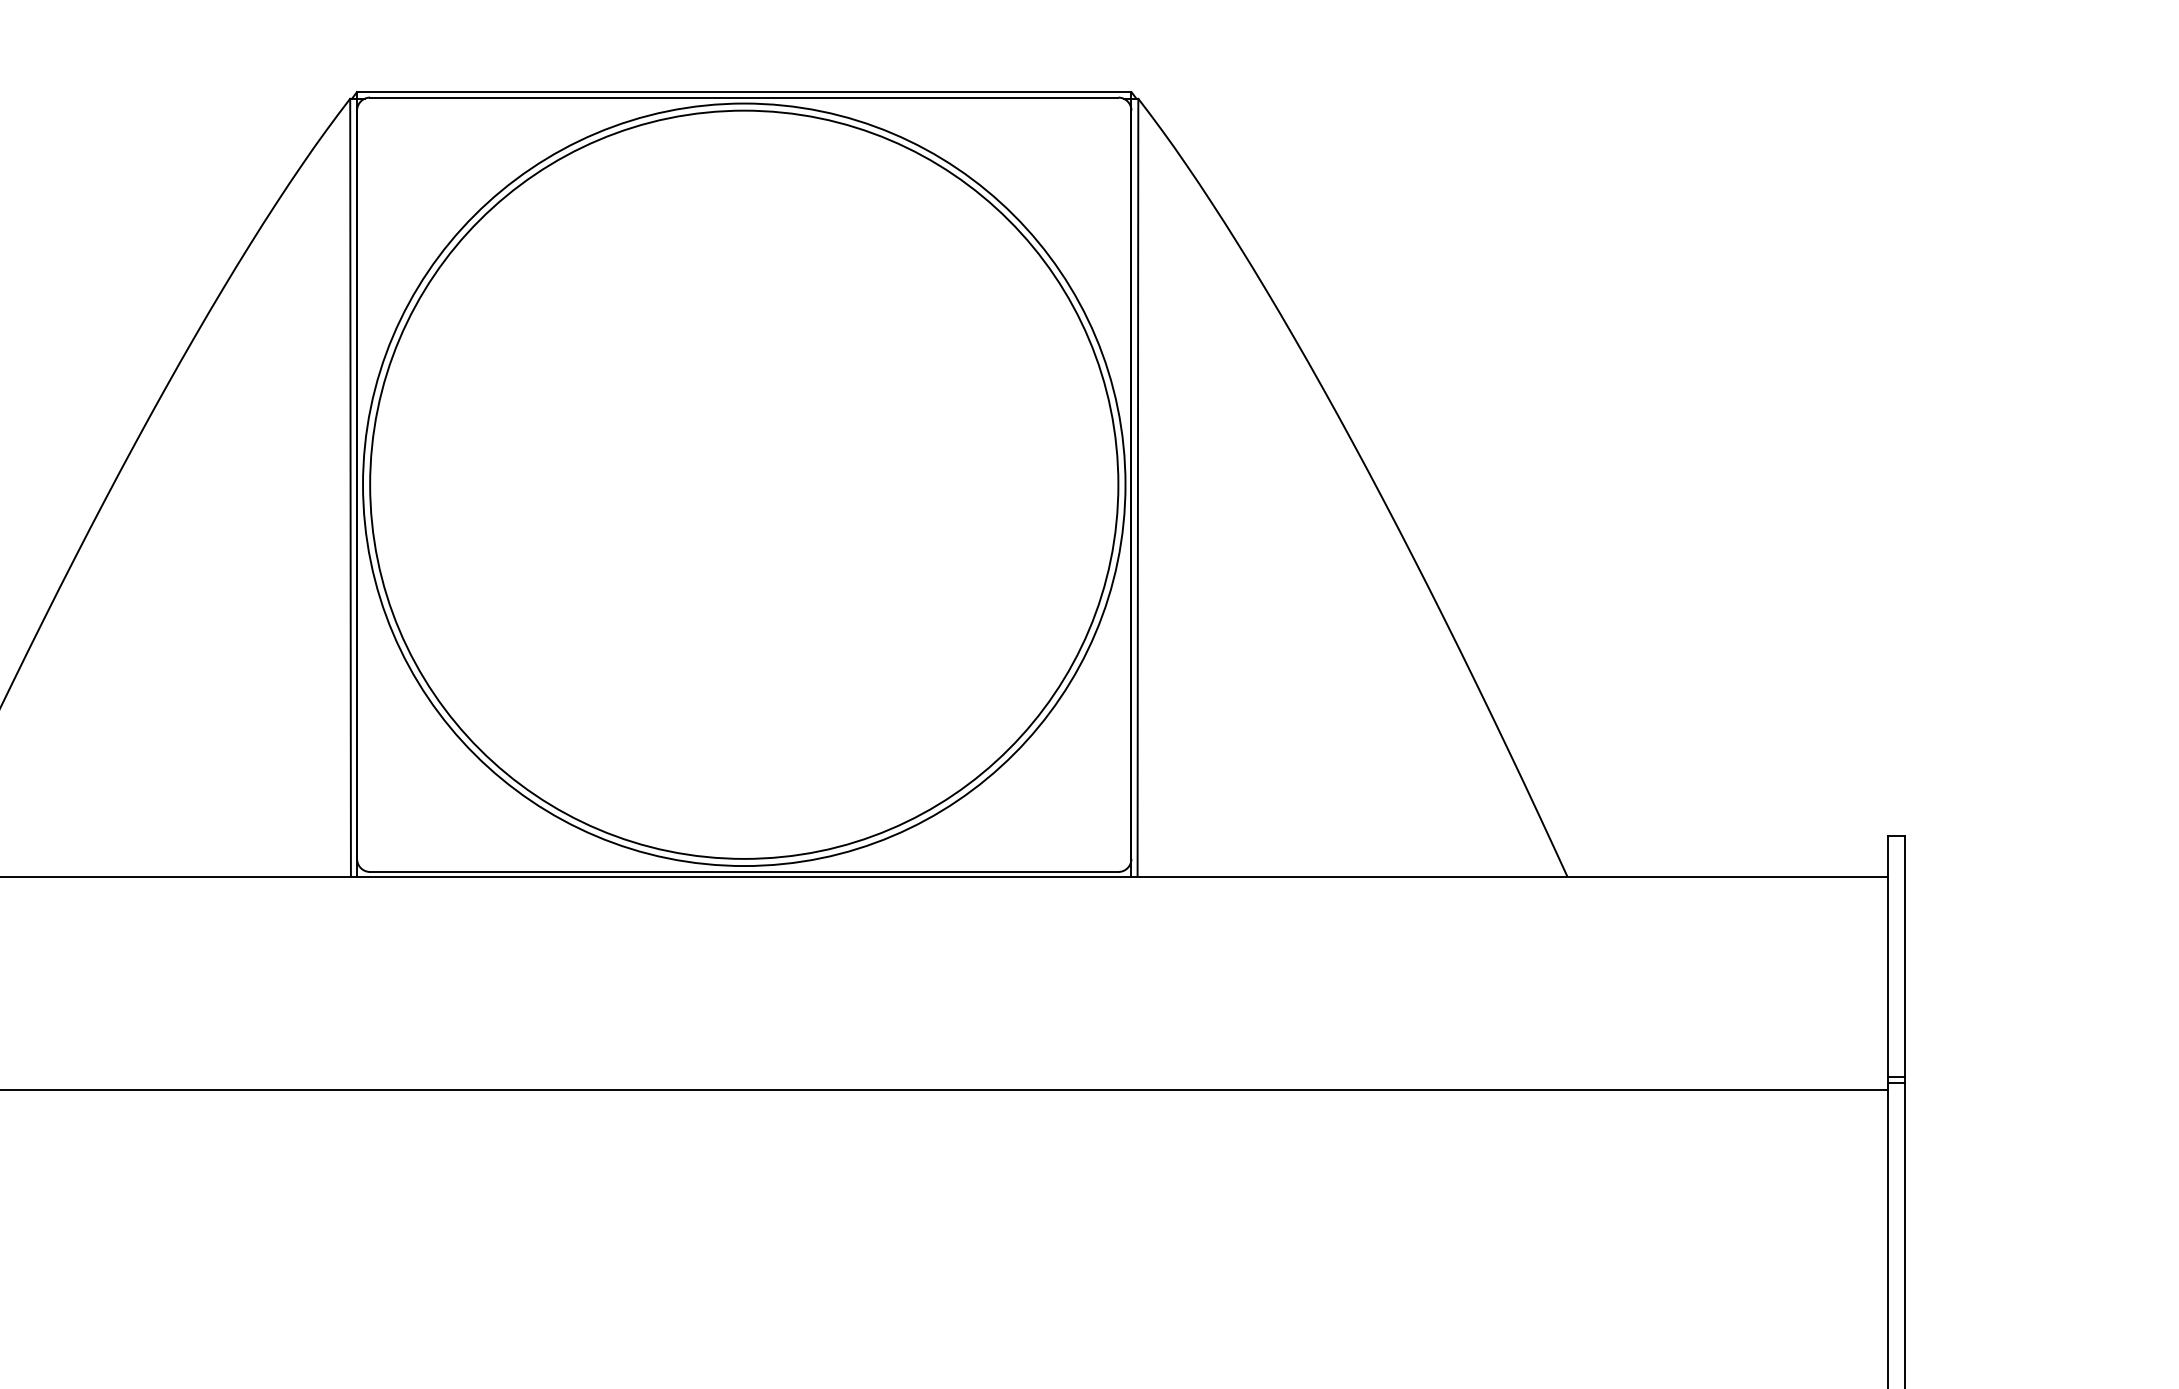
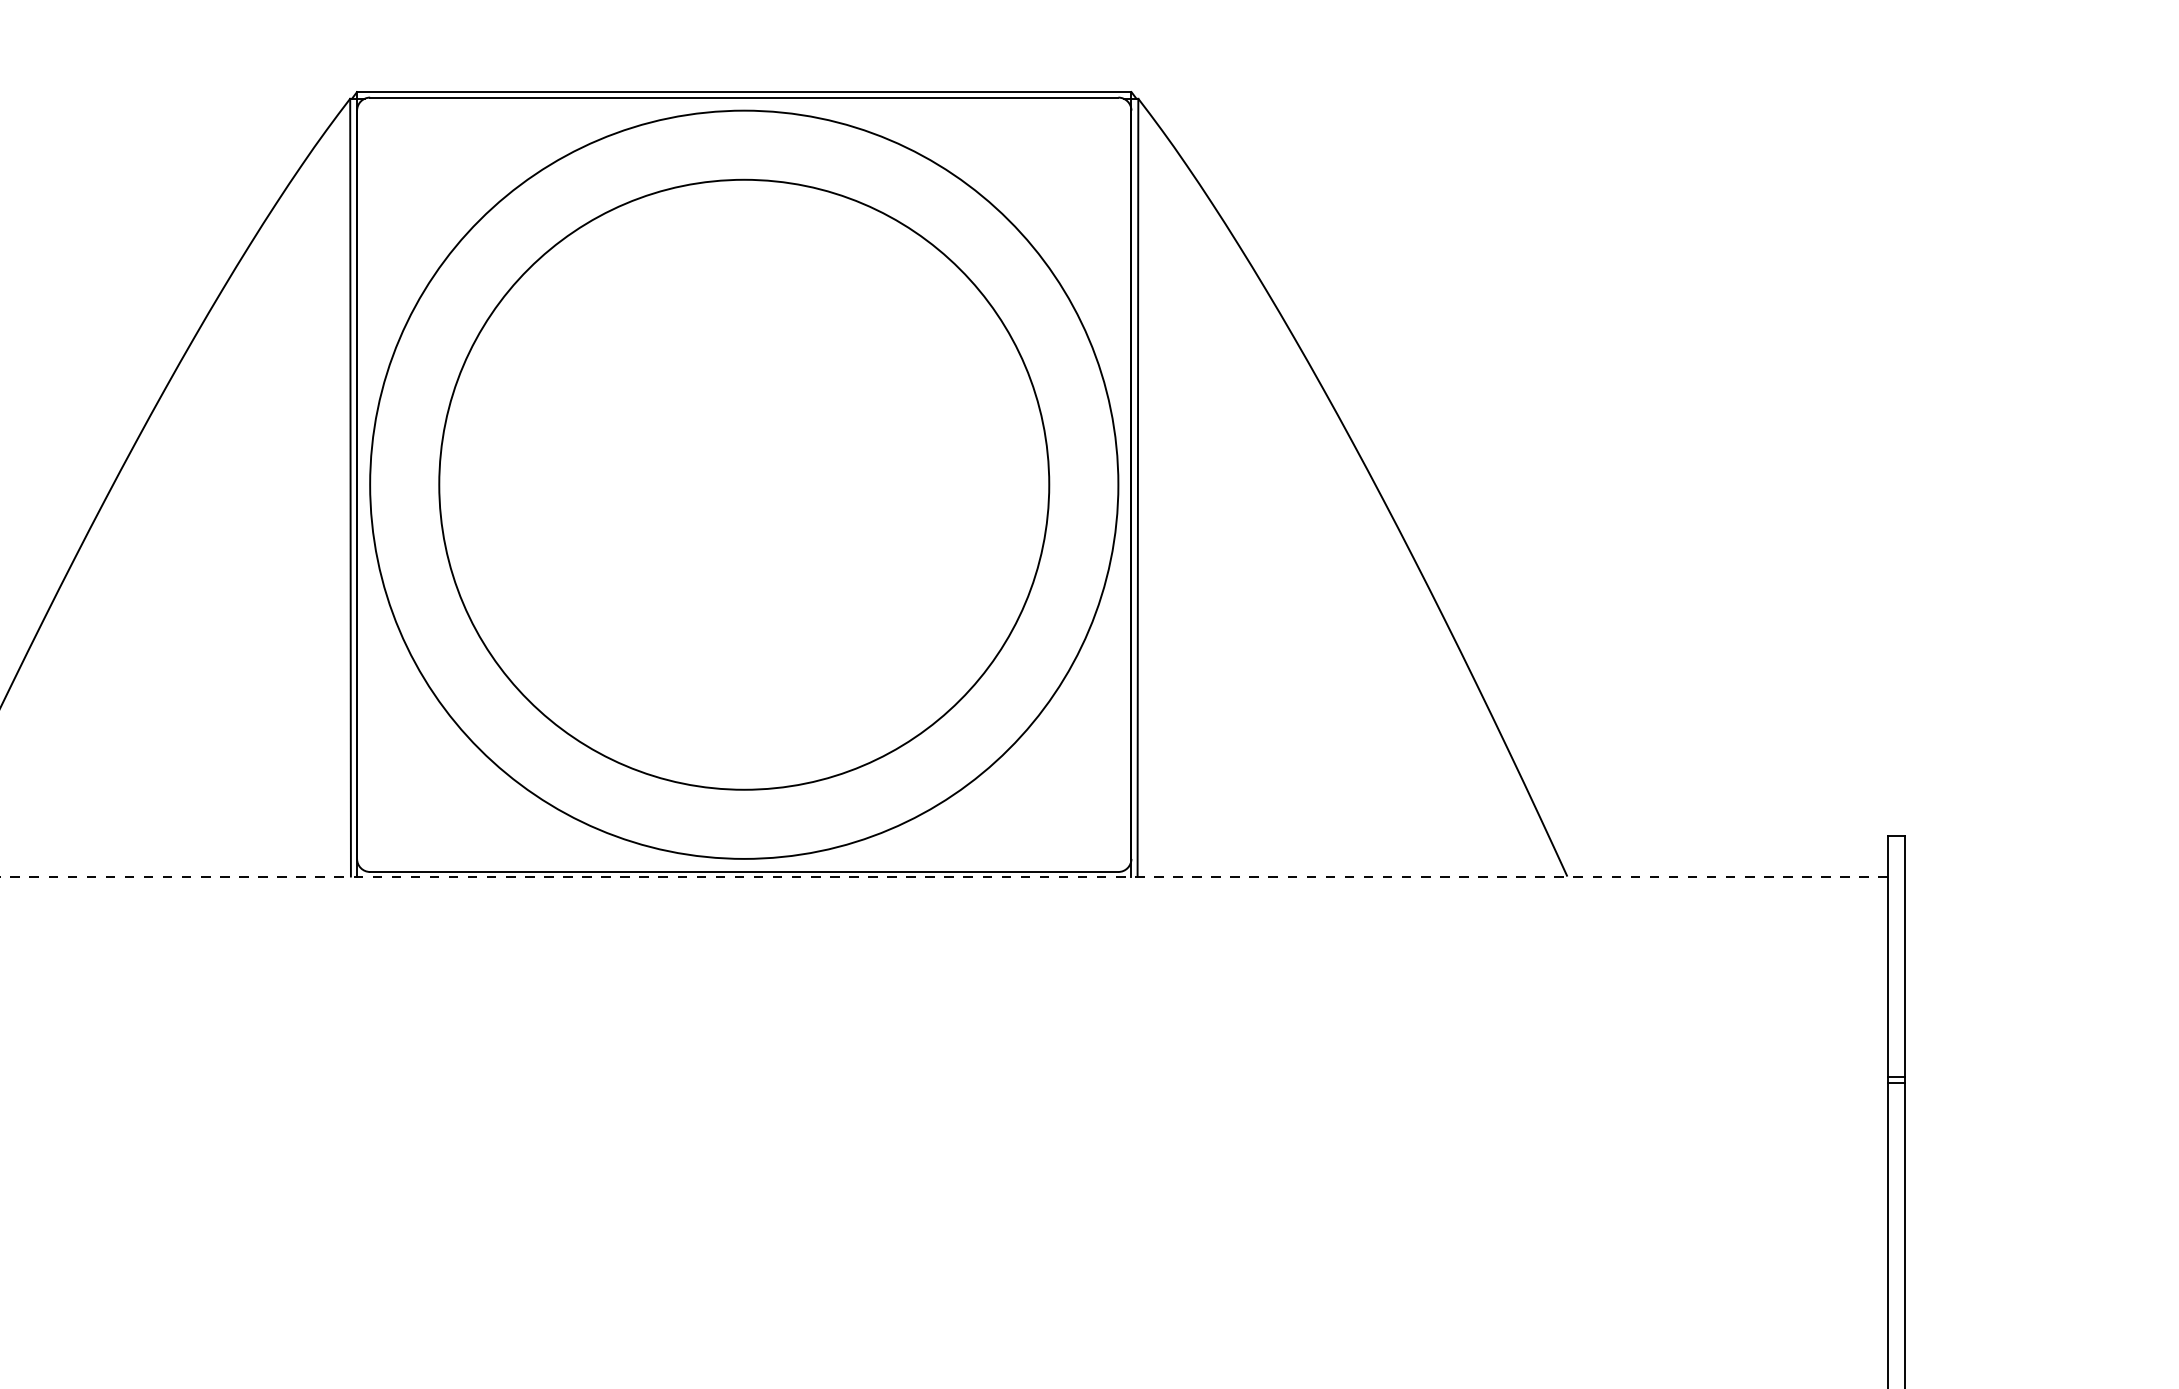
circle at (744, 484) diameter: 762 px -> 610 px
line at (944, 876): solid -> dashed
line at (944, 1089): present -> none
